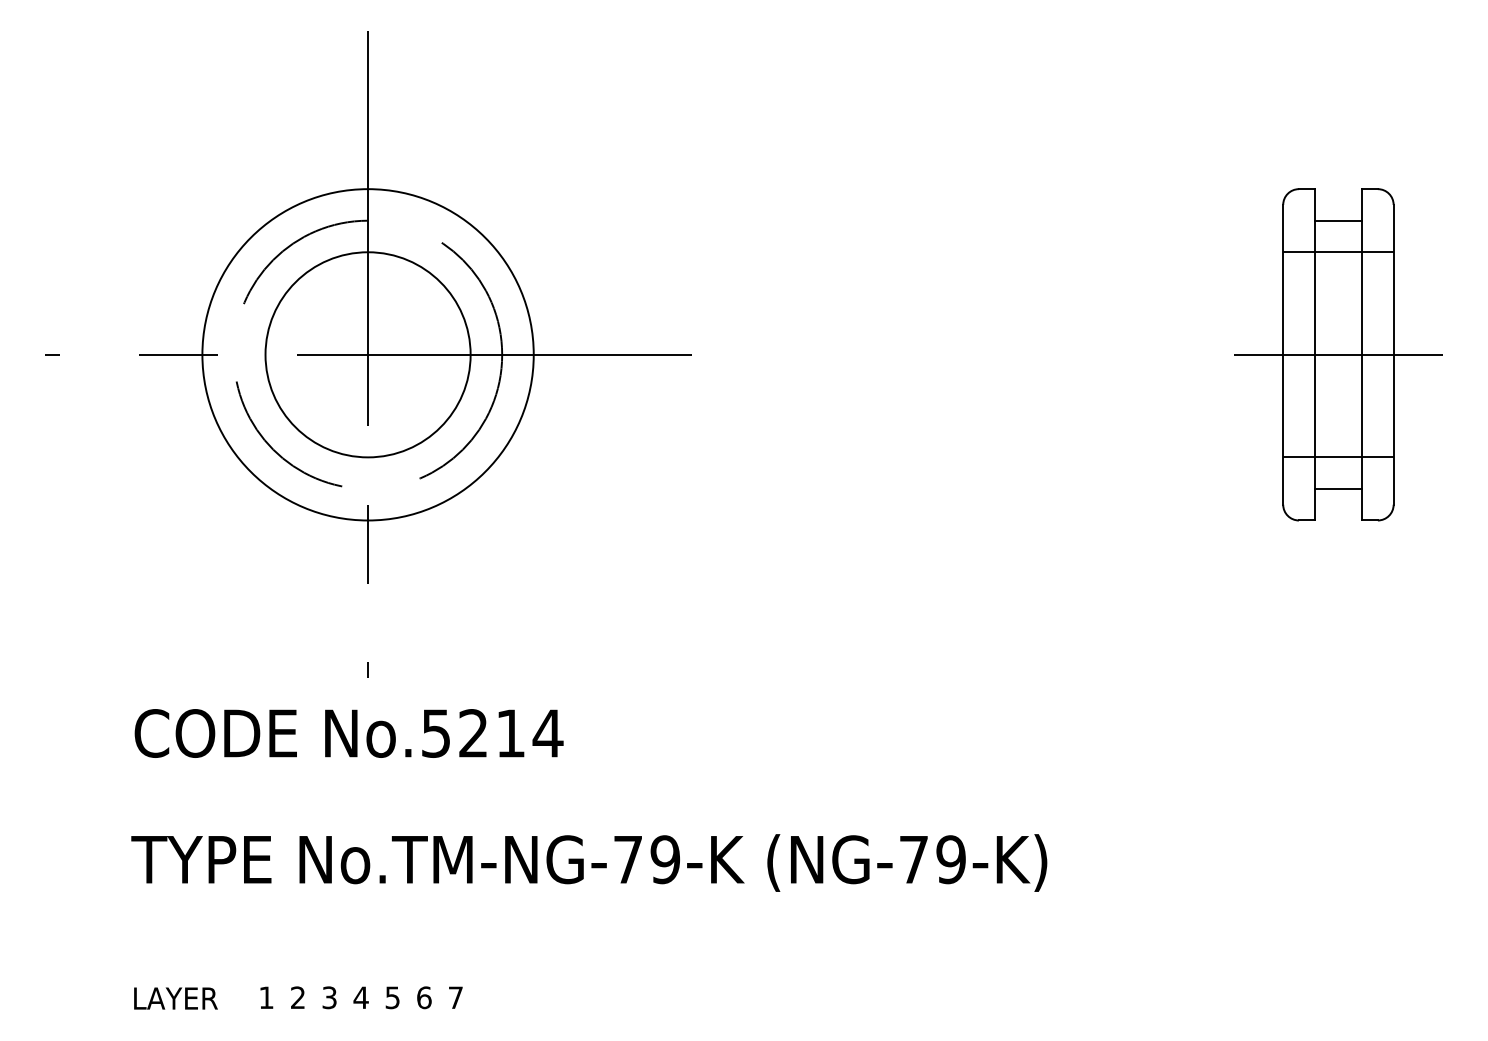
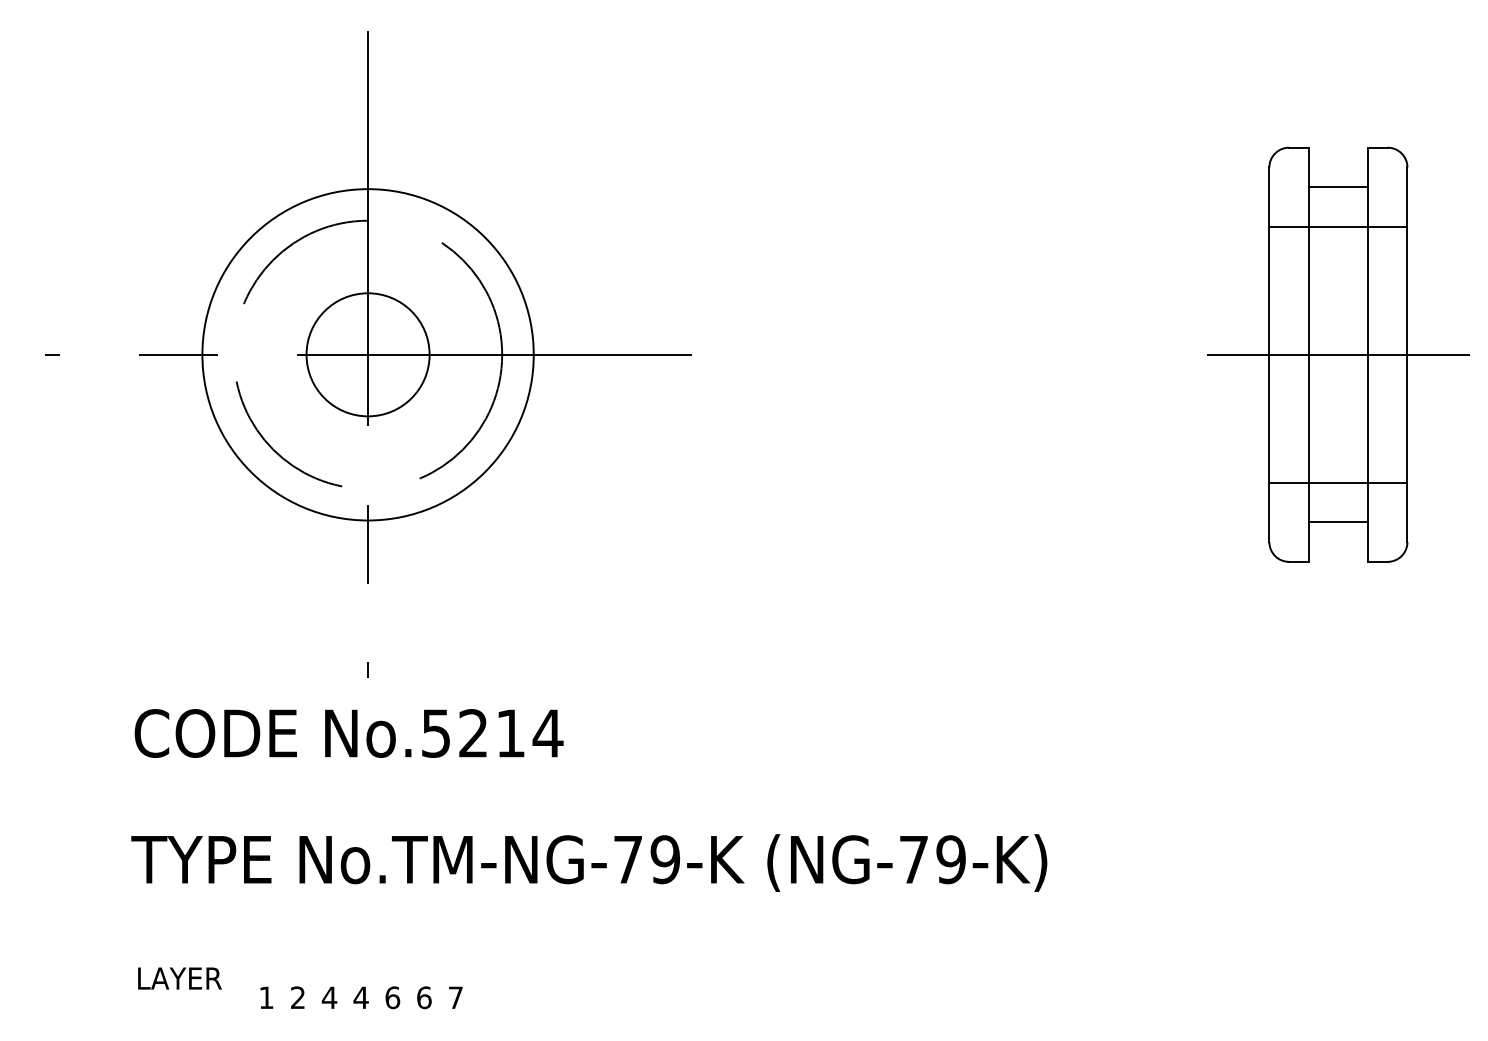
circle at (367, 354) diameter: 205 px -> 123 px
part at (1338, 354) size: 209x334 px -> 263x417 px
text at (329, 997): 3 -> 4
text at (392, 997): 5 -> 6
text at (175, 998) position: (175, 998) -> (179, 978)
